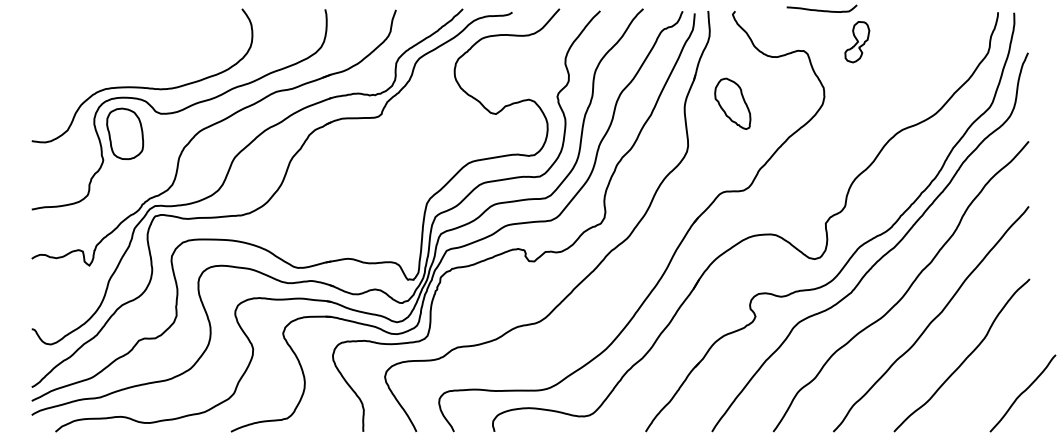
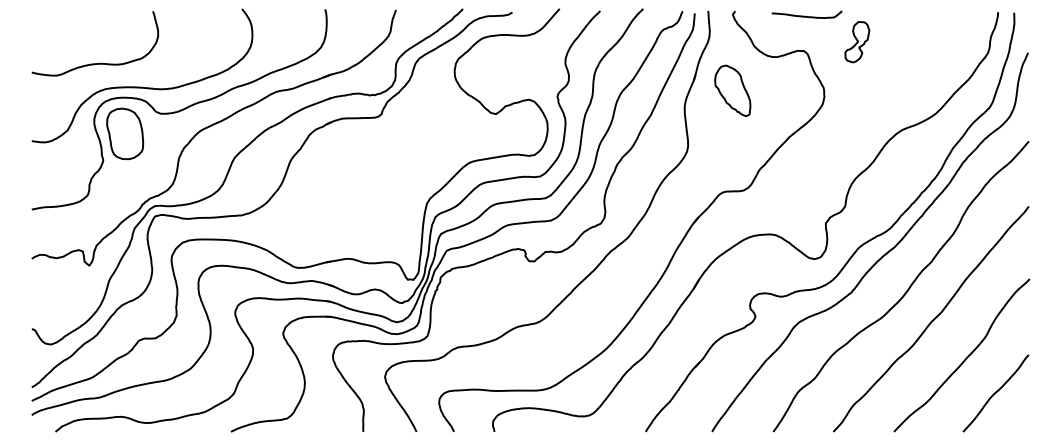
curve at (820, 9) position: (820, 9) -> (805, 15)
curve at (99, 62): none -> present
part at (732, 103) position: (732, 103) -> (732, 90)
curve at (1022, 393) position: (1022, 393) -> (995, 393)
